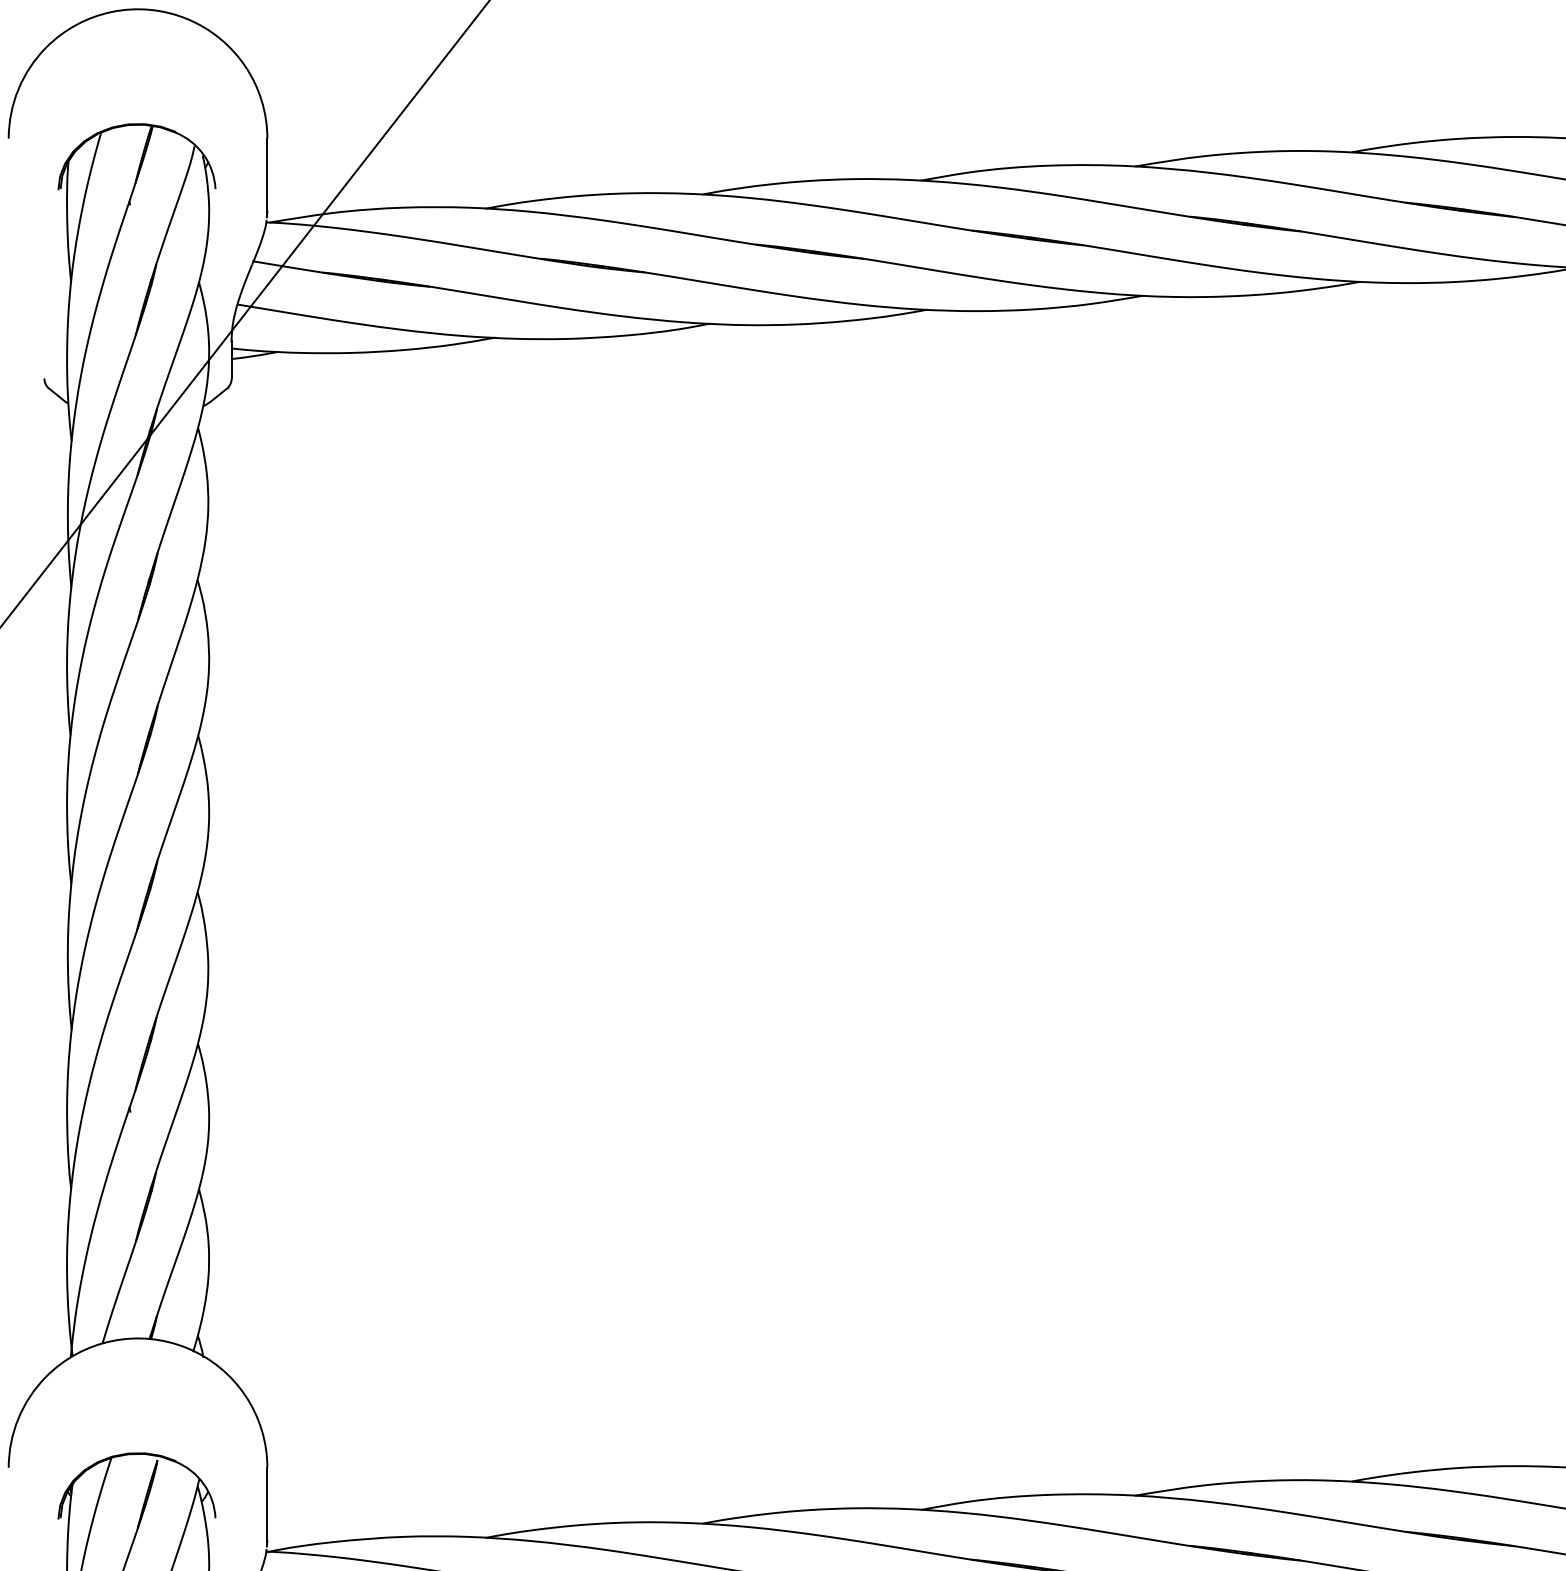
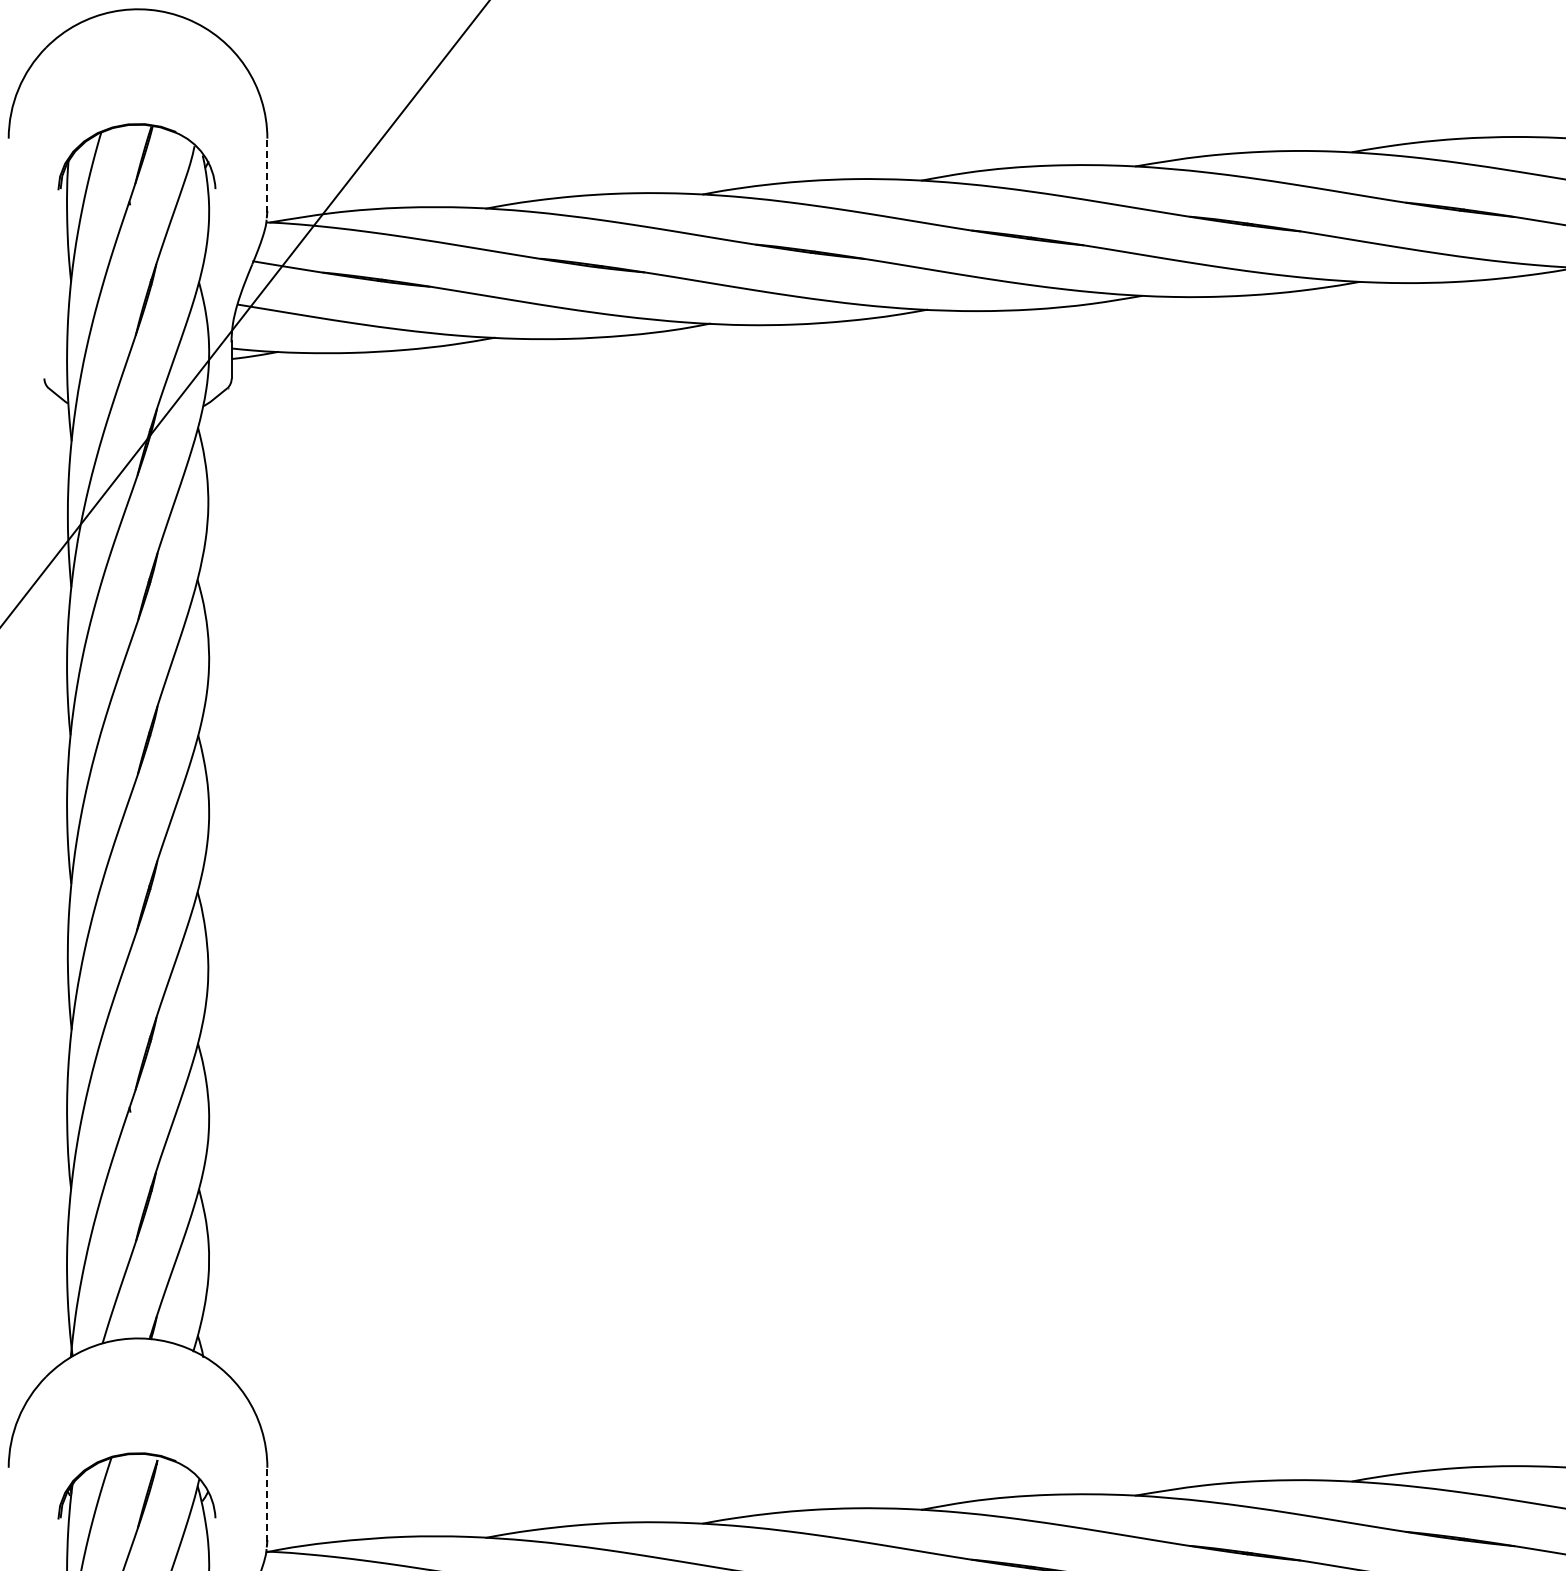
line at (267, 175): solid -> dashed
line at (267, 1504): solid -> dashed
